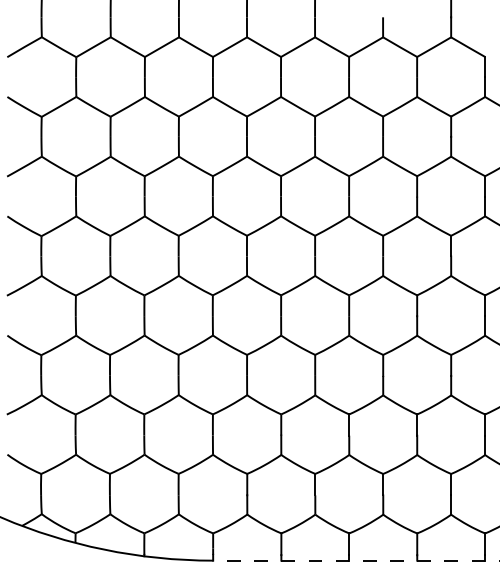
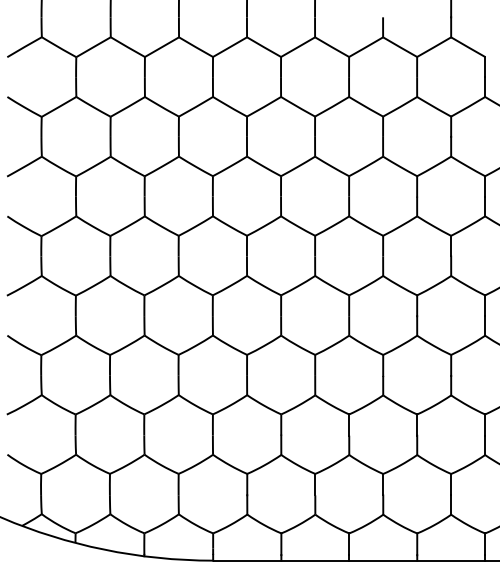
line at (356, 560): dashed -> solid
